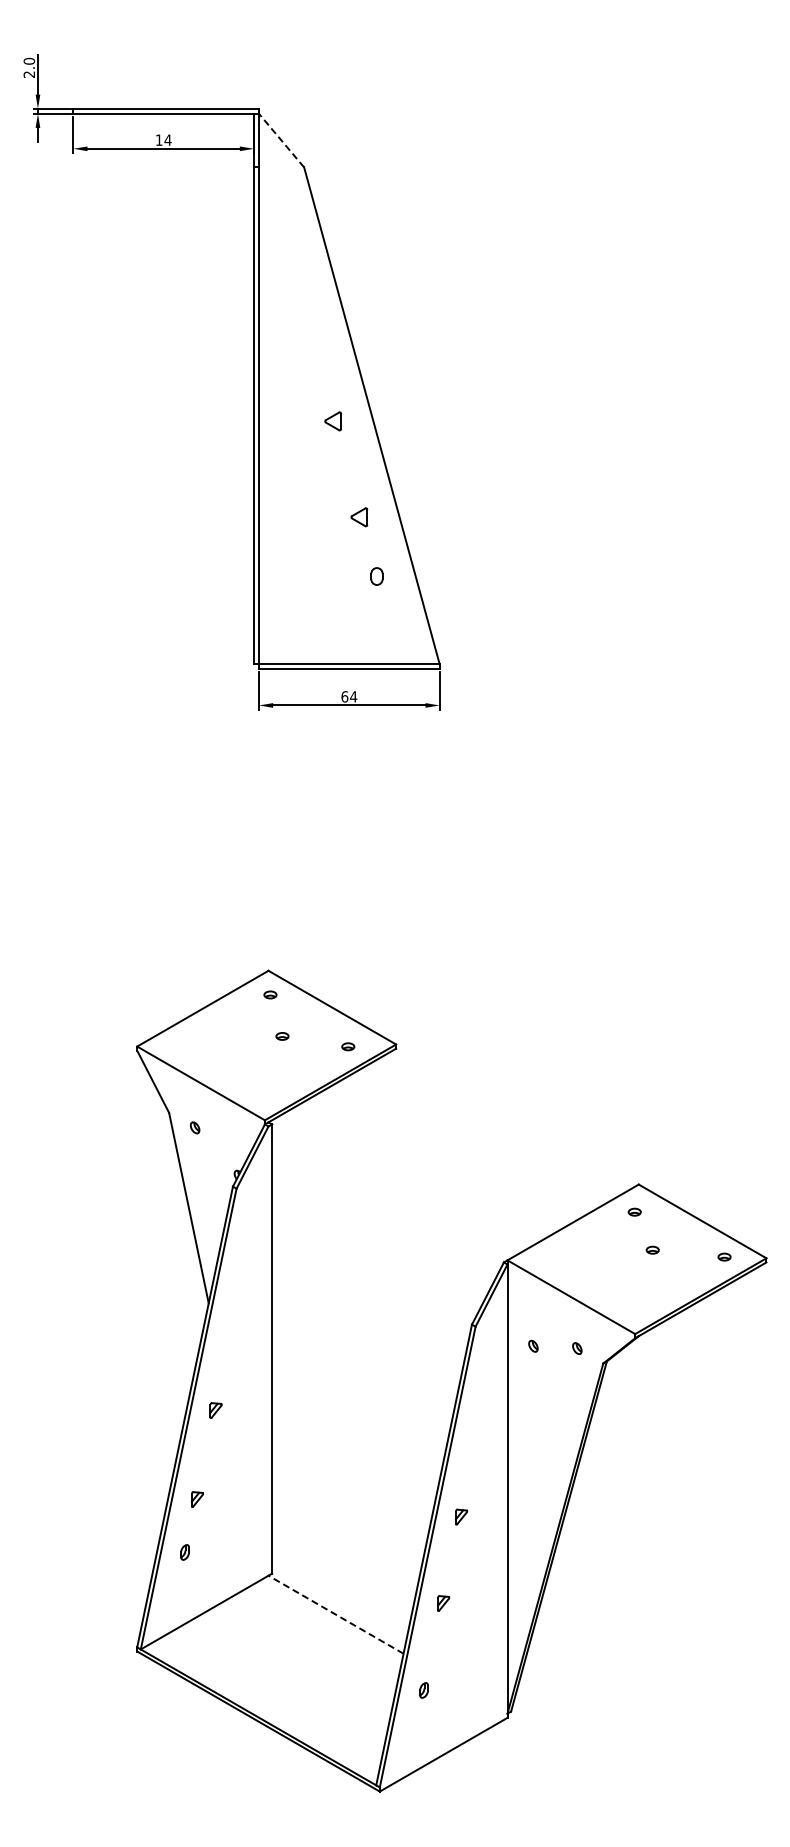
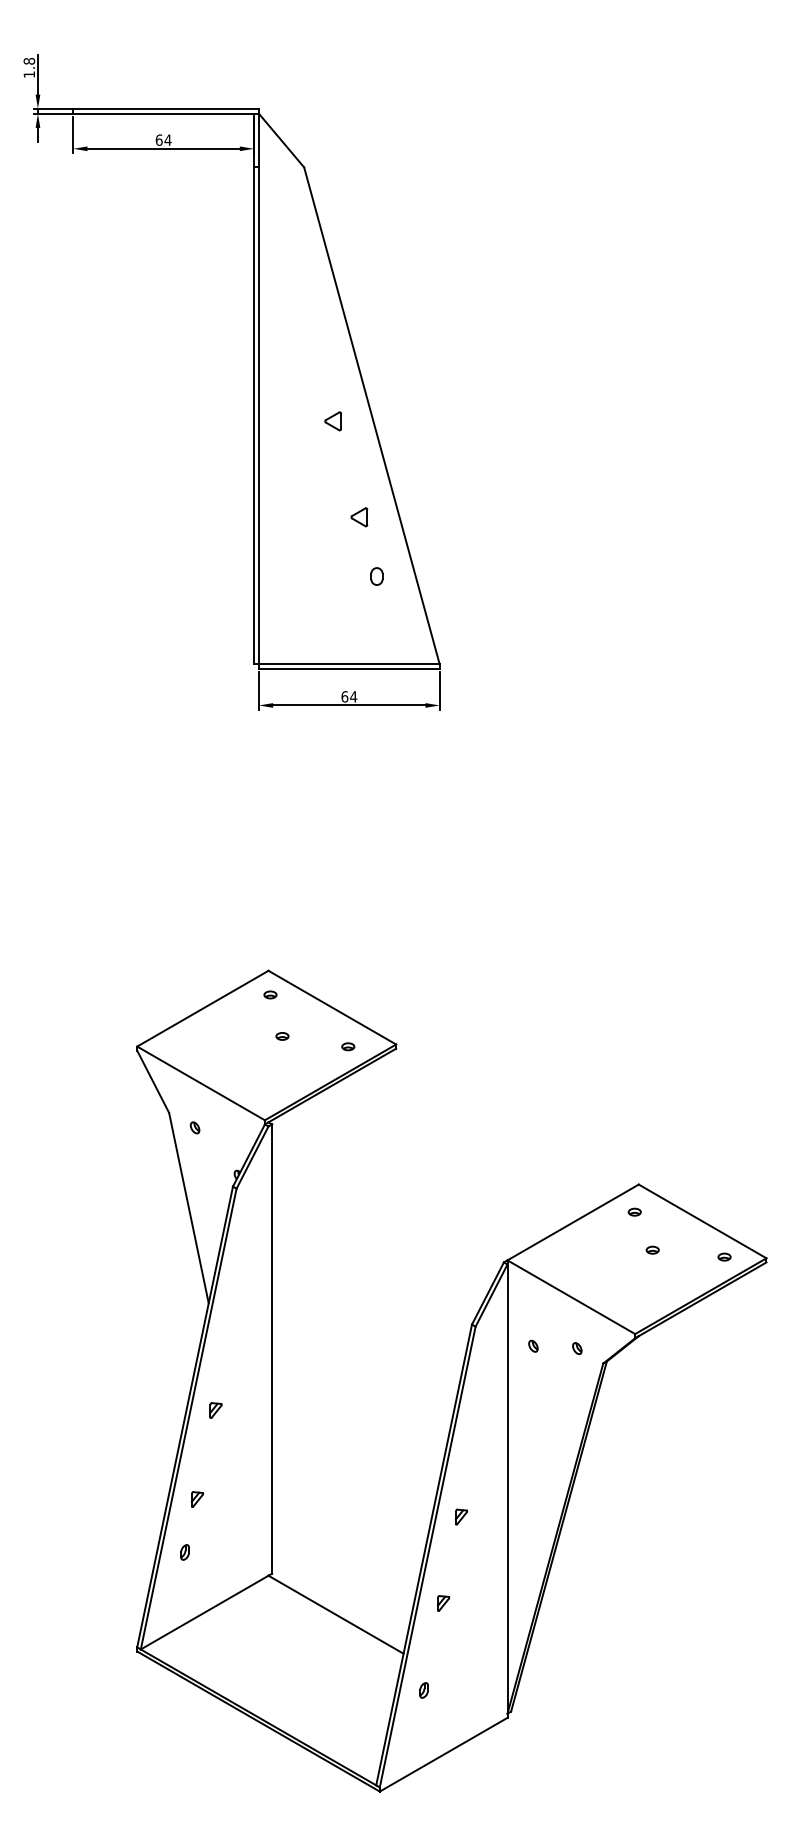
text at (28, 67): 2.0 -> 1.8
text at (158, 139): 14 -> 64
line at (281, 140): dashed -> solid
line at (336, 1614): dashed -> solid
